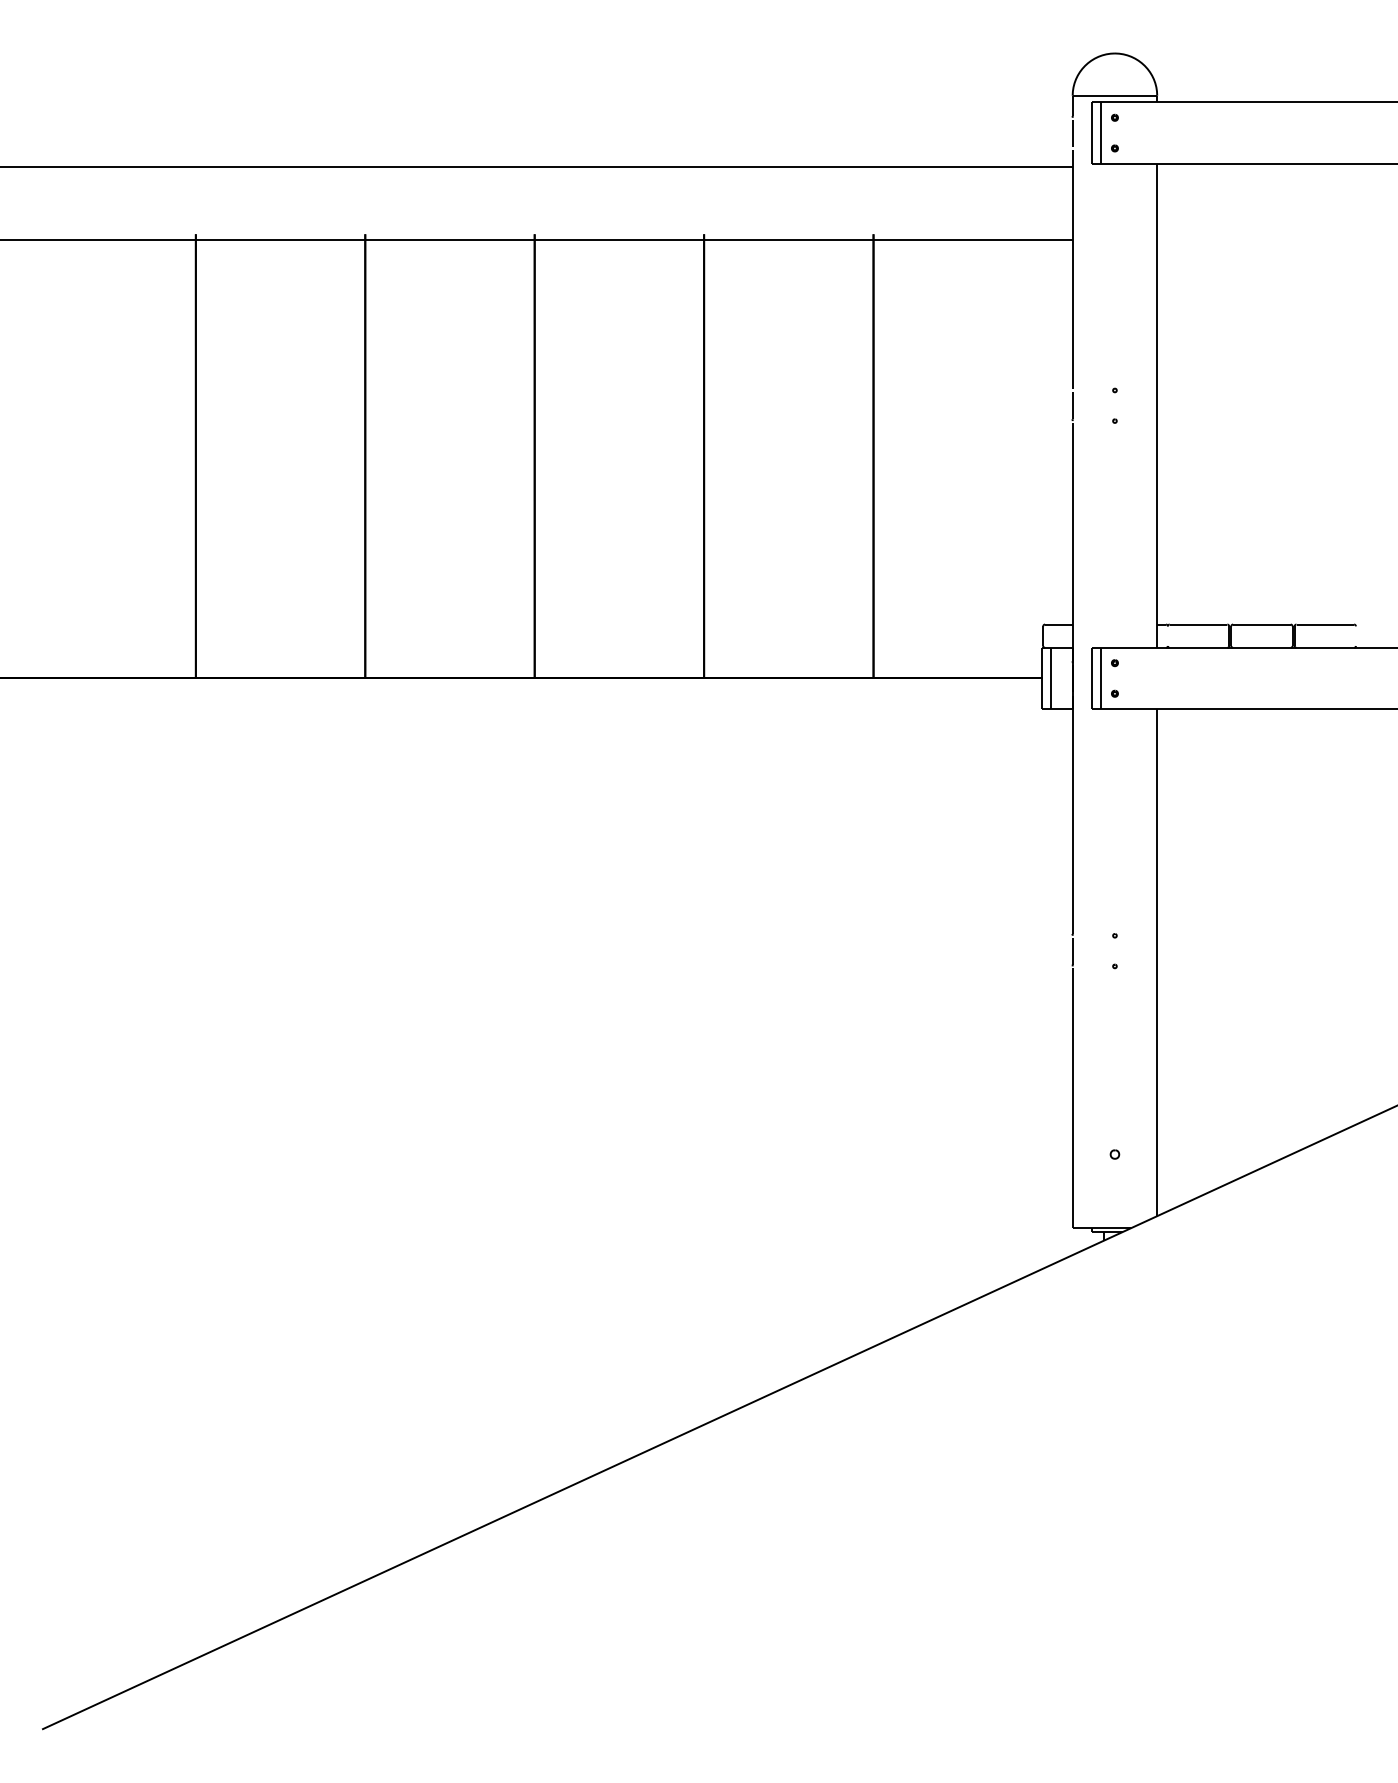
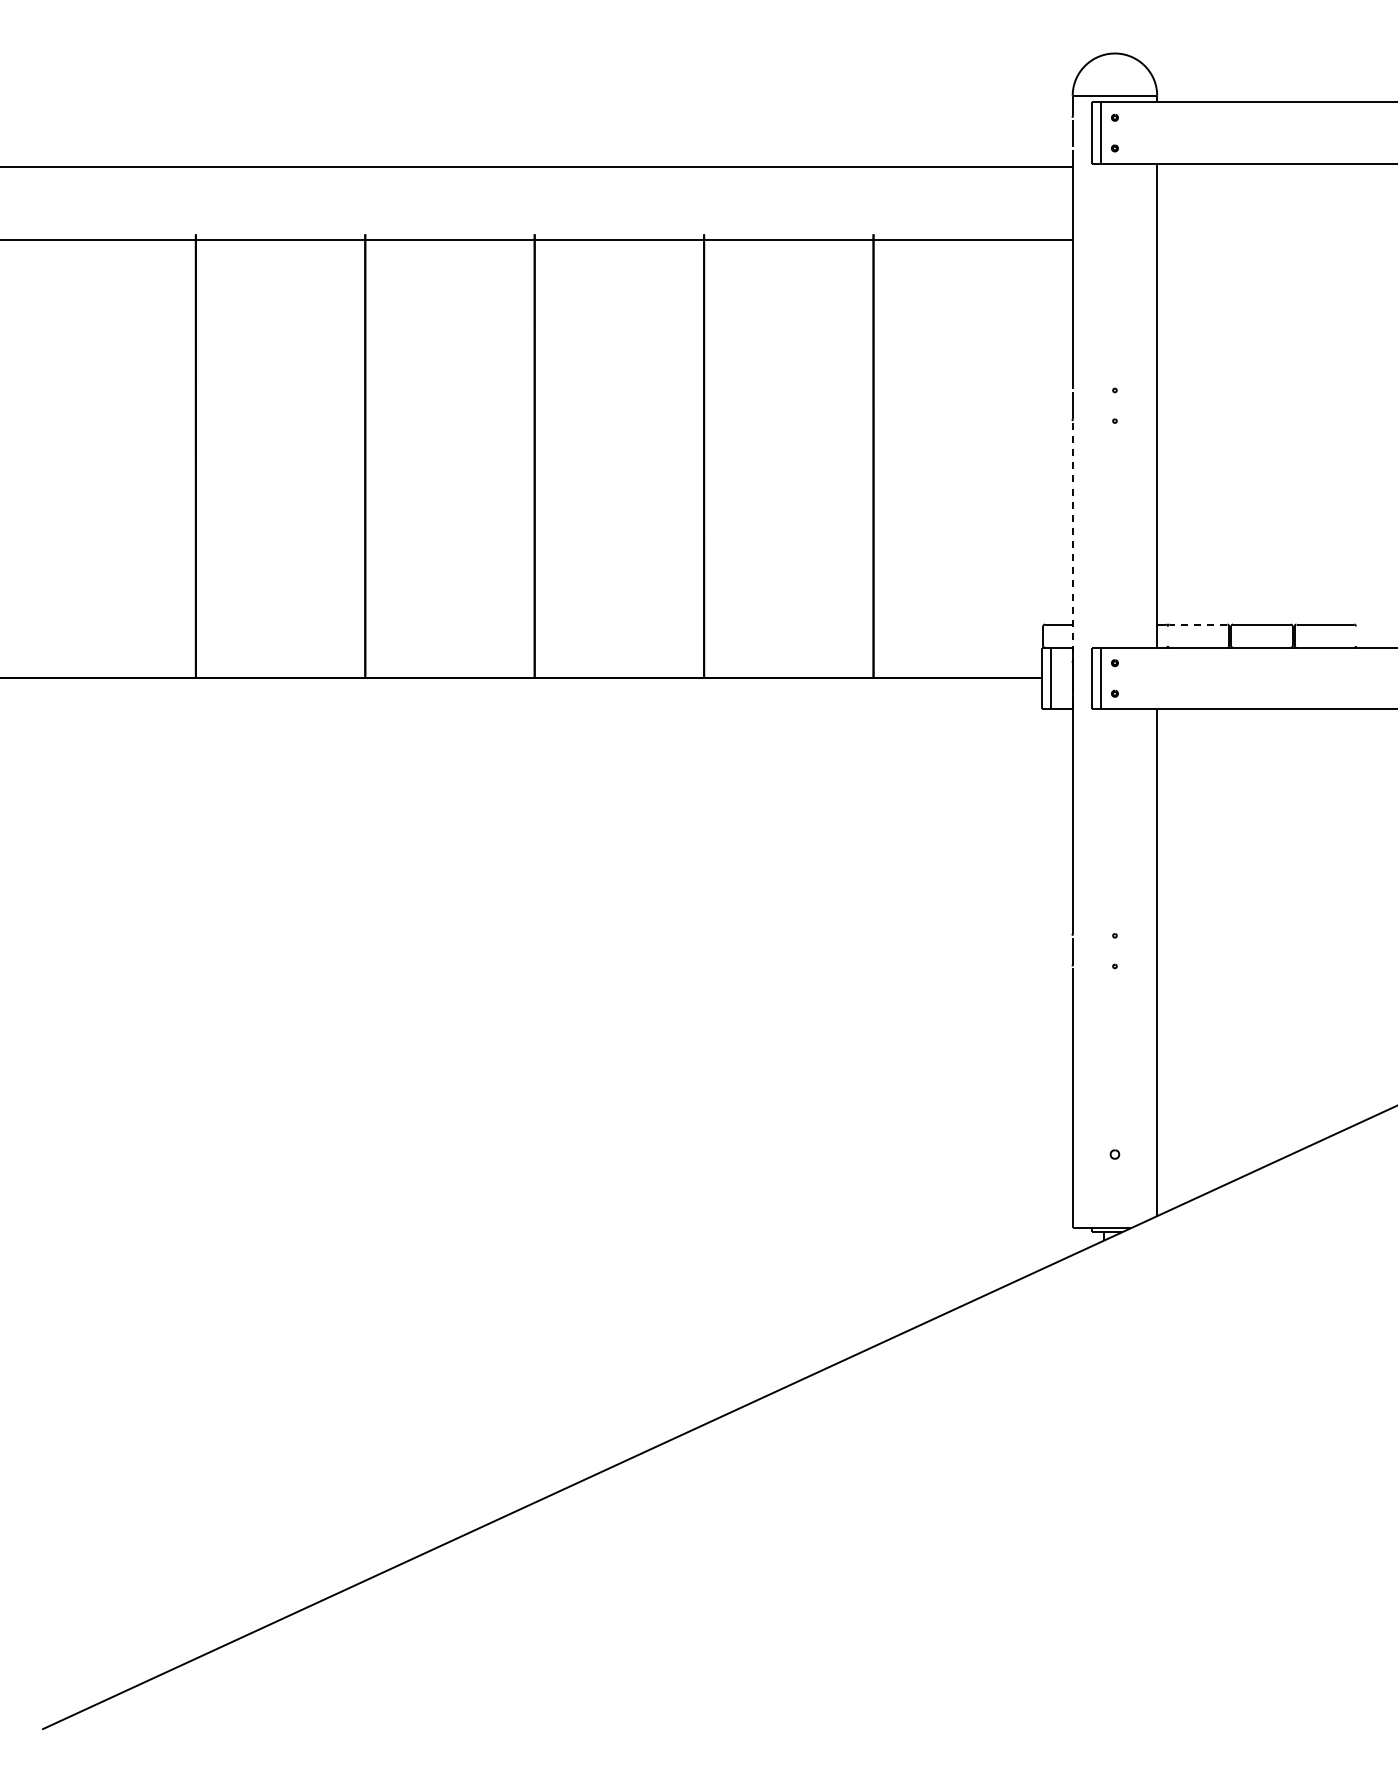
line at (1072, 542): solid -> dashed
line at (1198, 624): solid -> dashed
